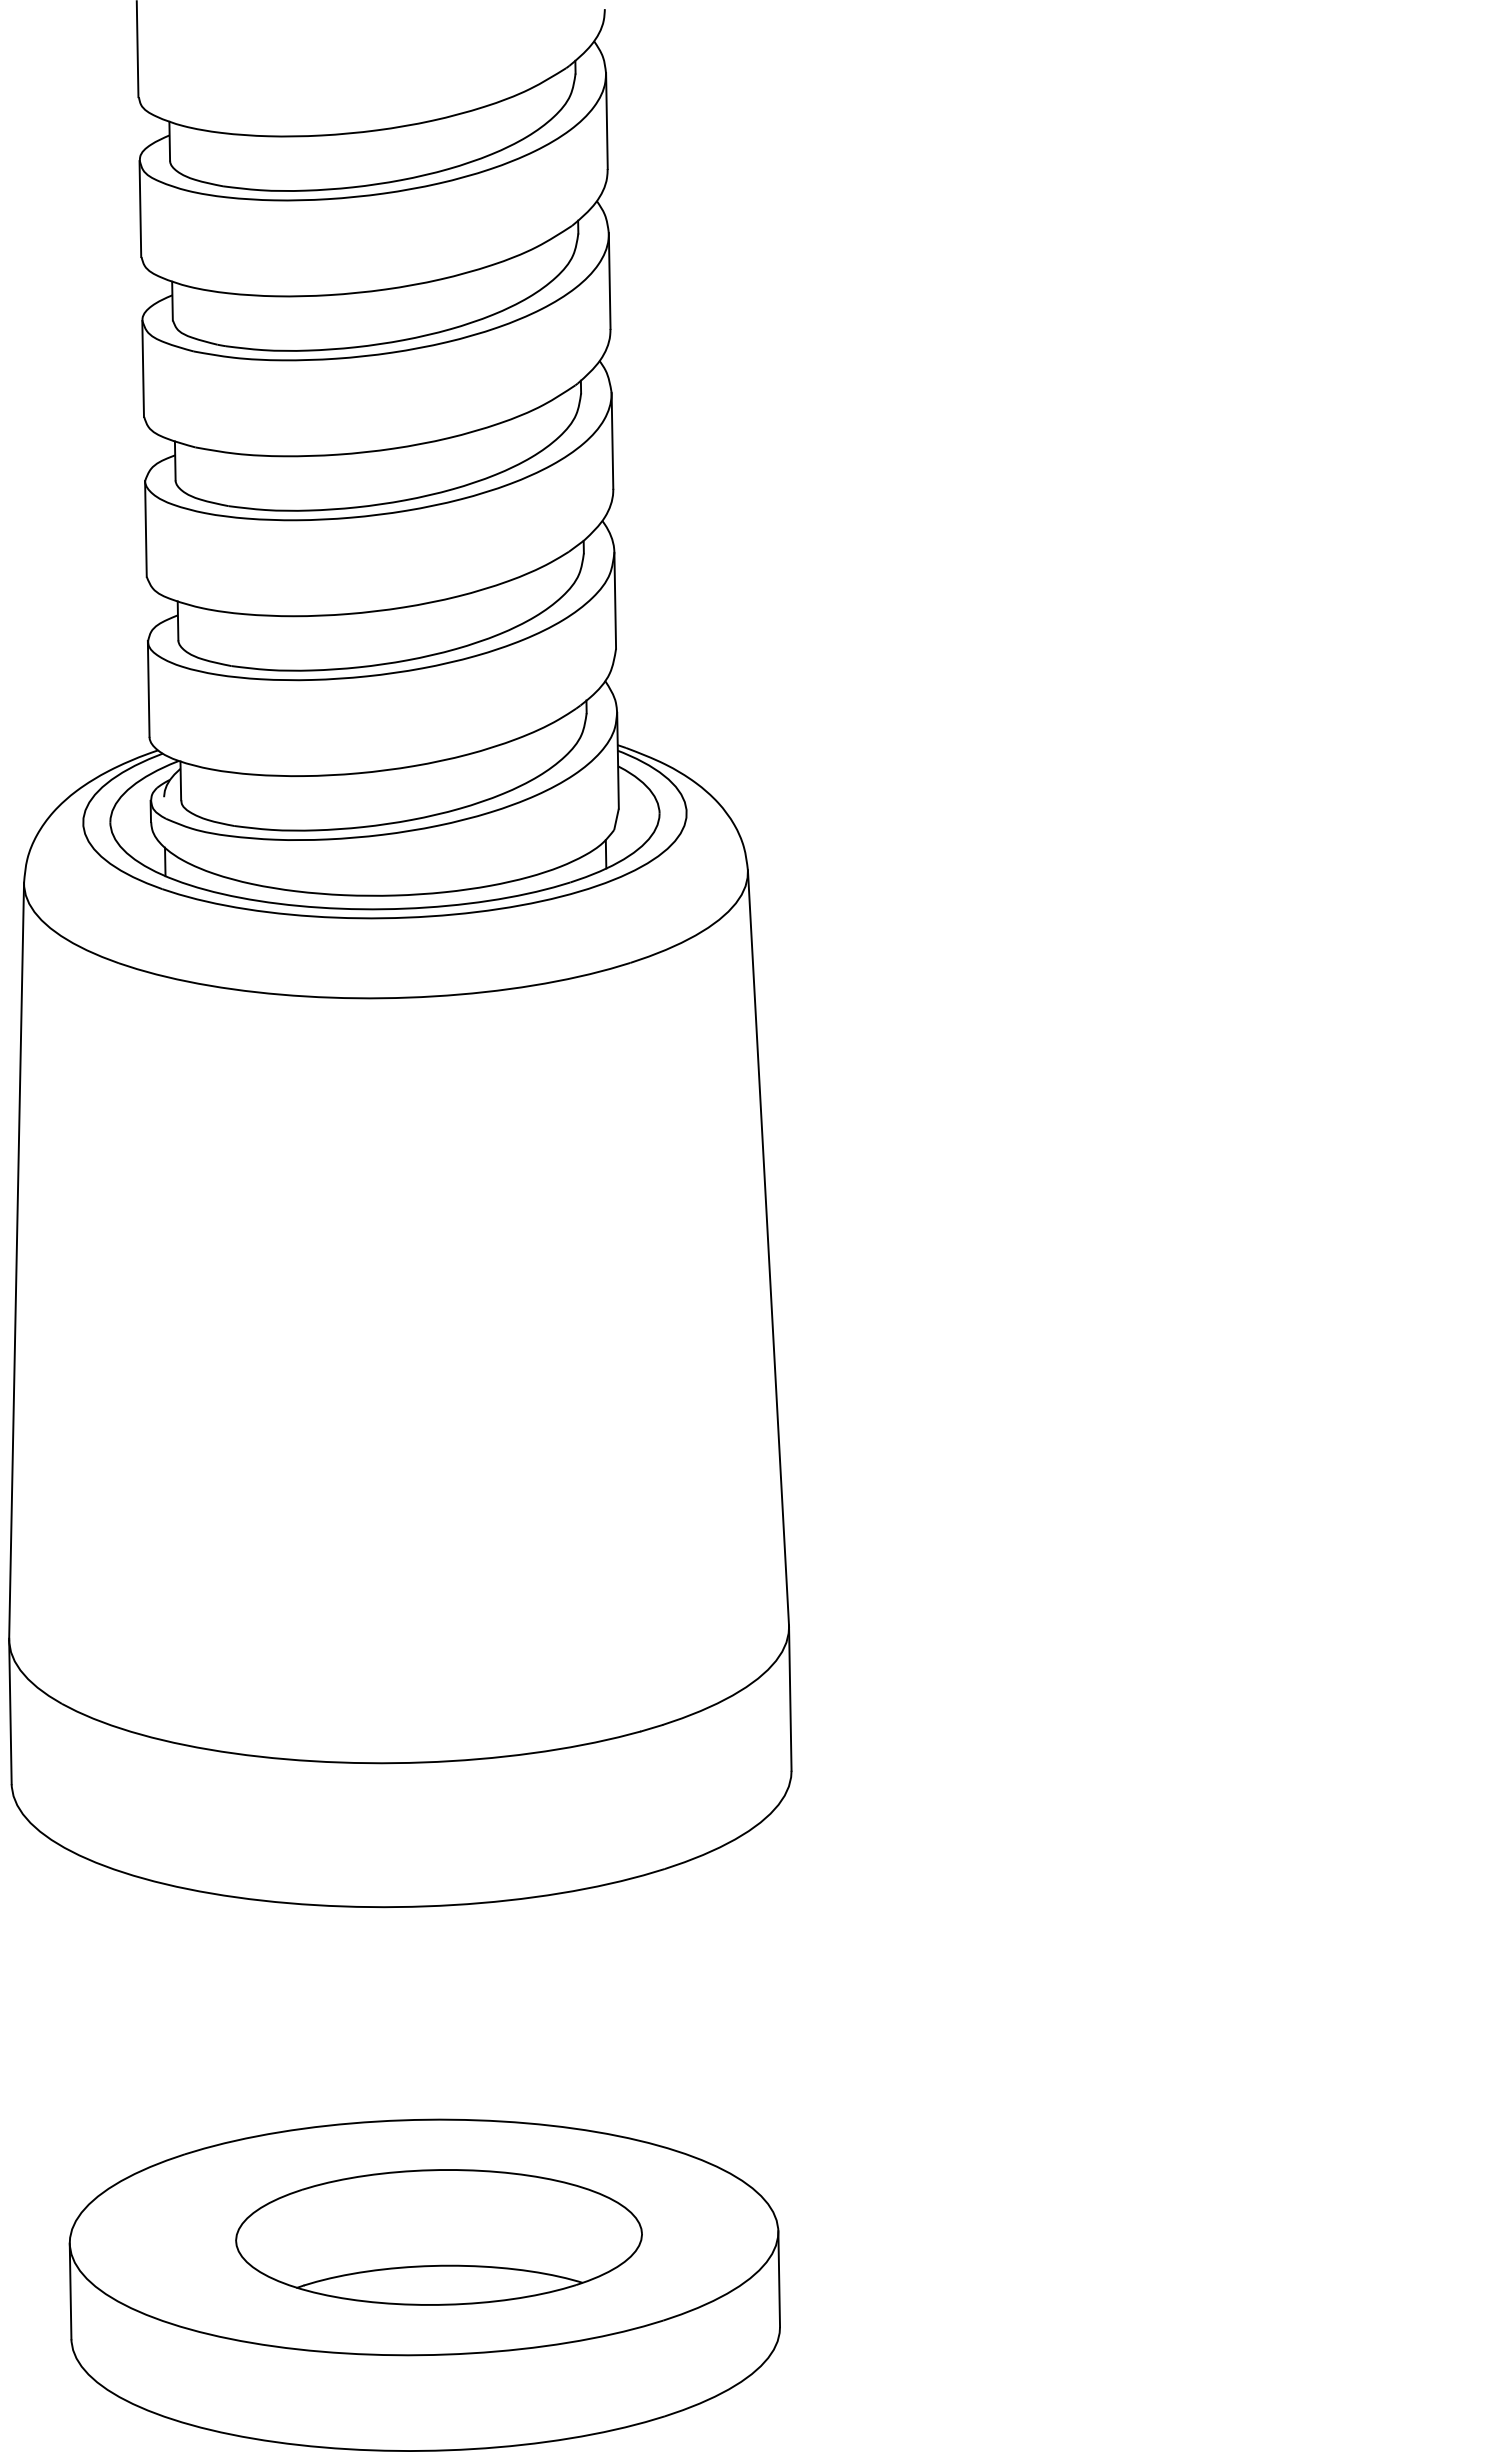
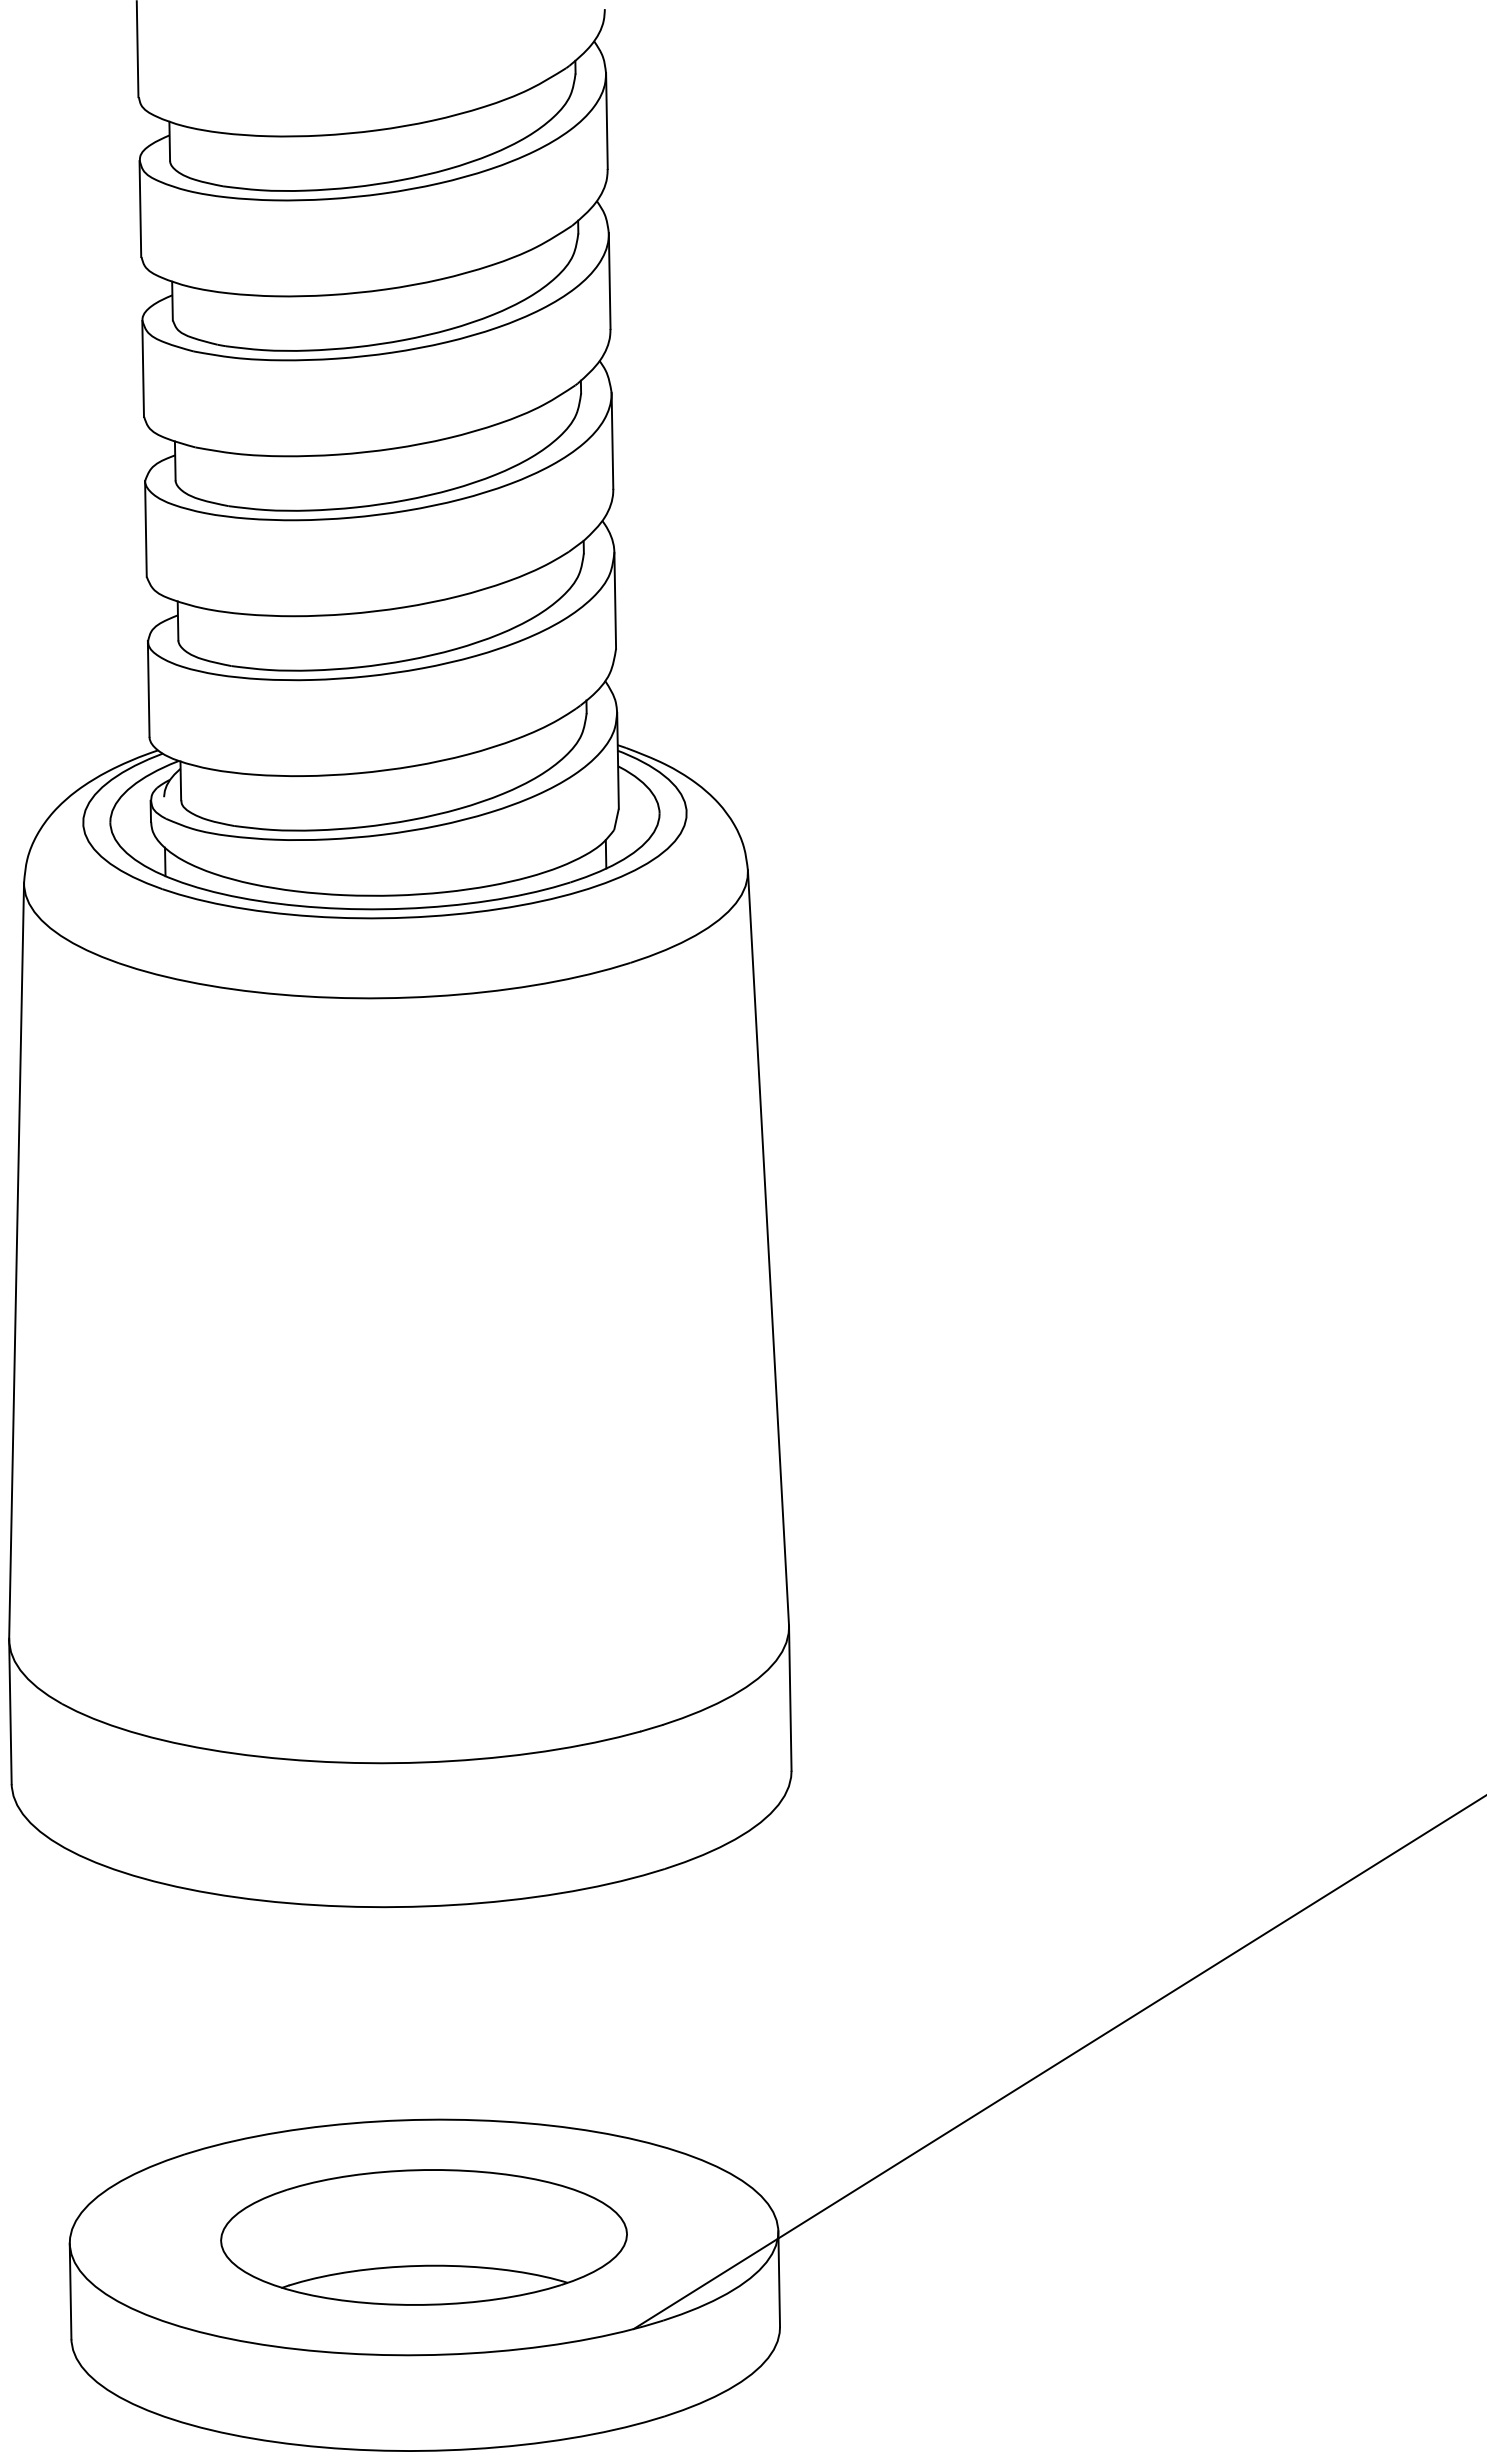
line at (1058, 2062): none -> present
part at (438, 2237) position: (438, 2237) -> (423, 2237)
